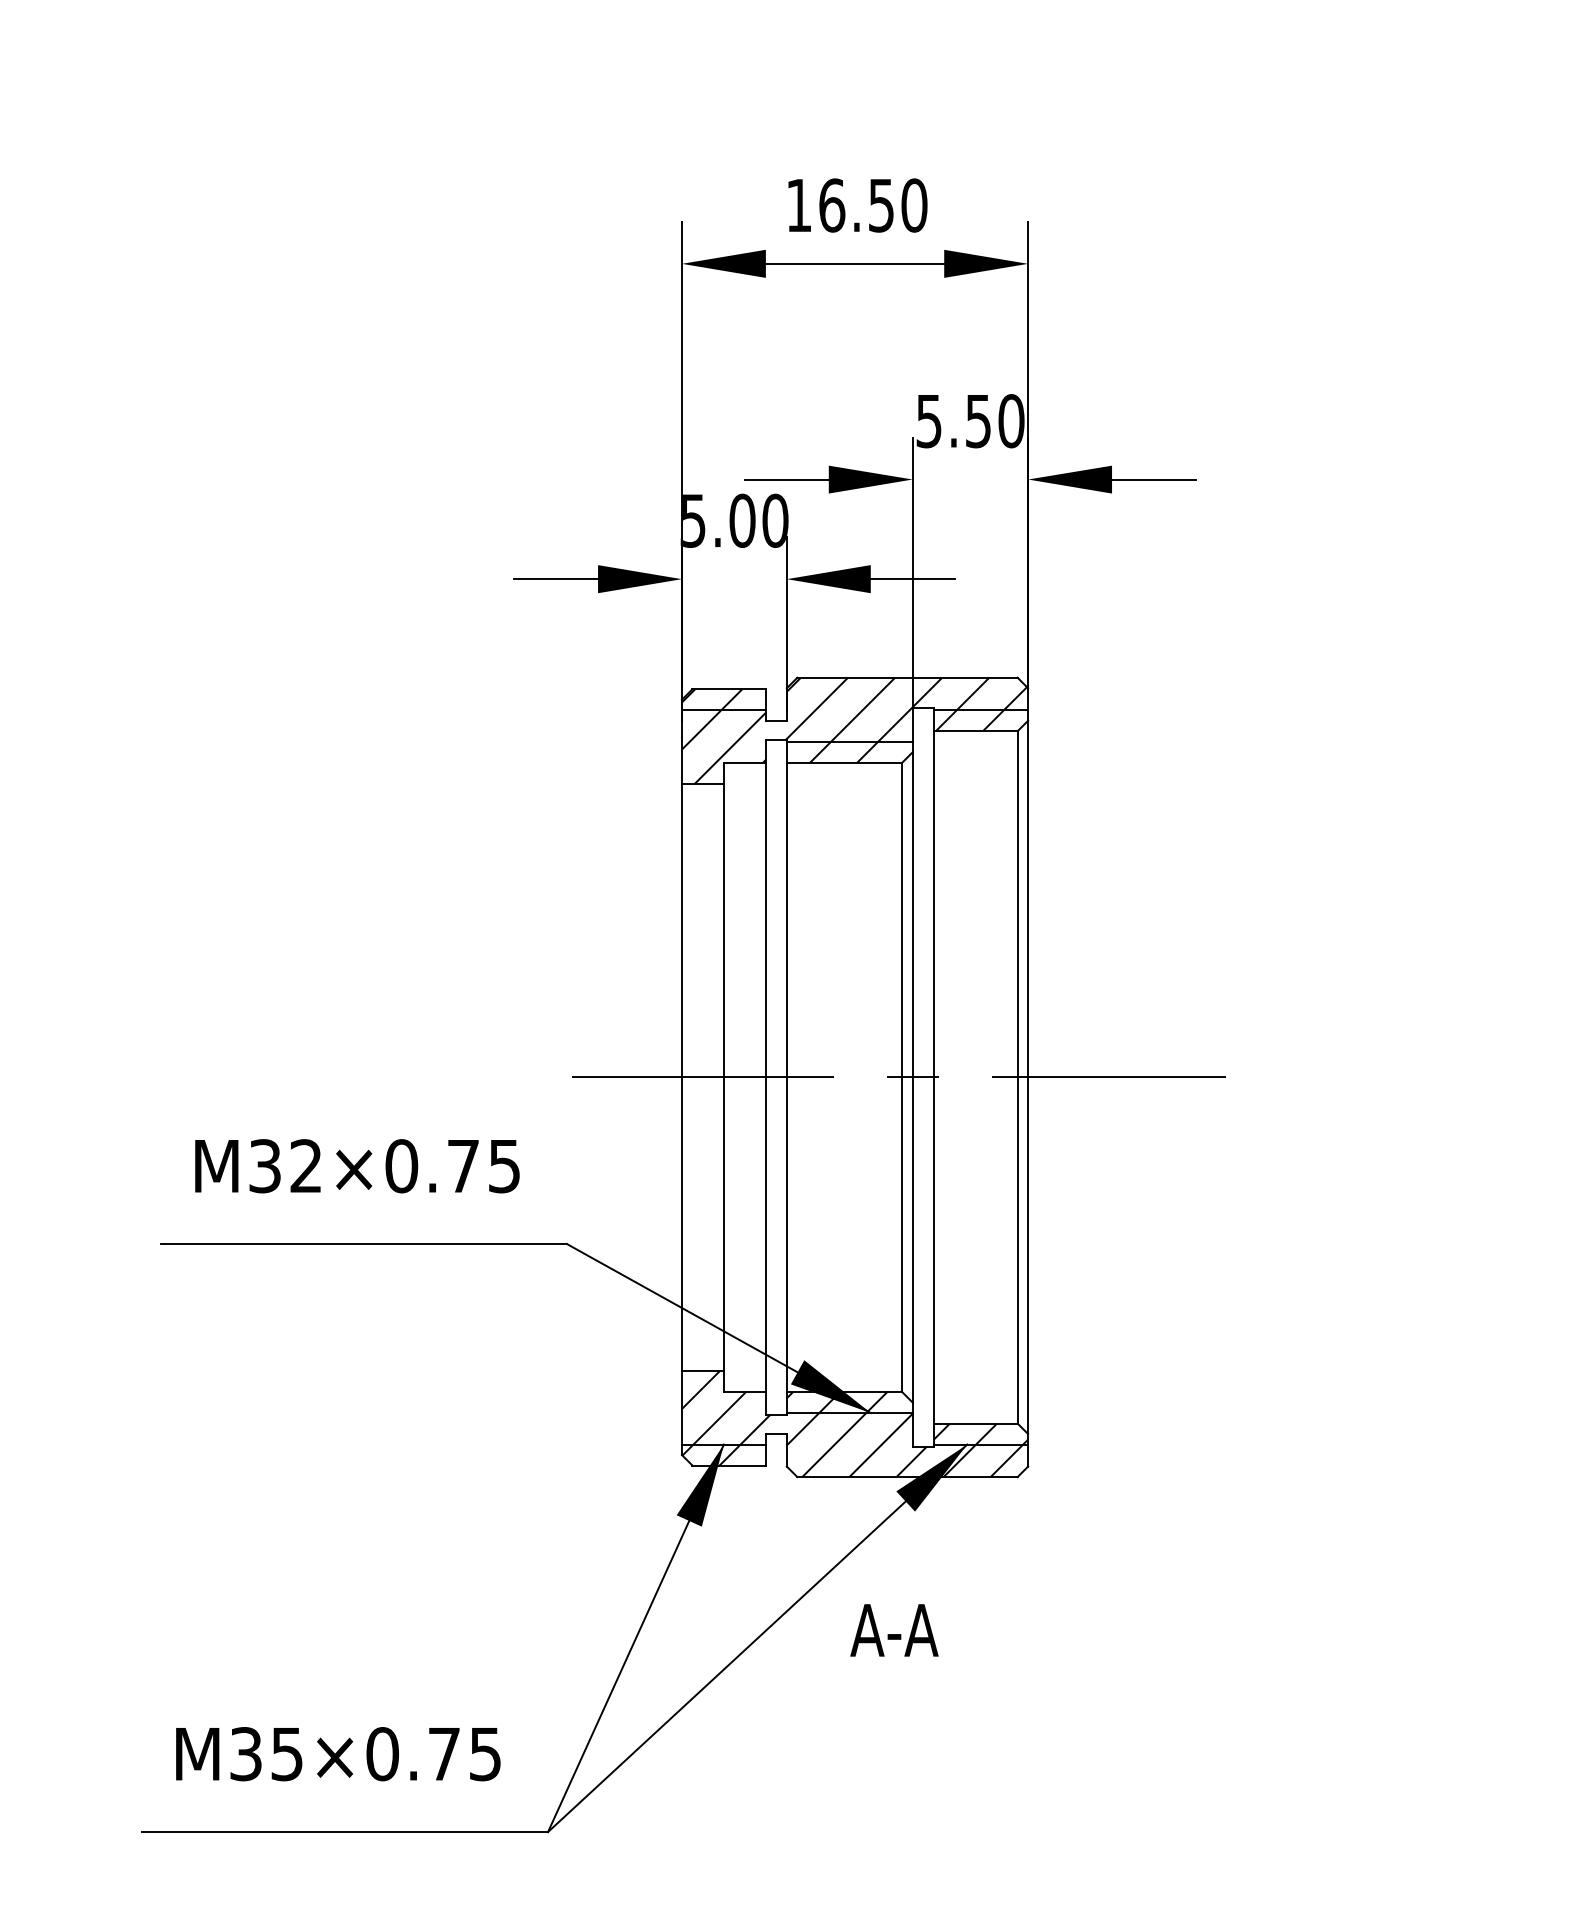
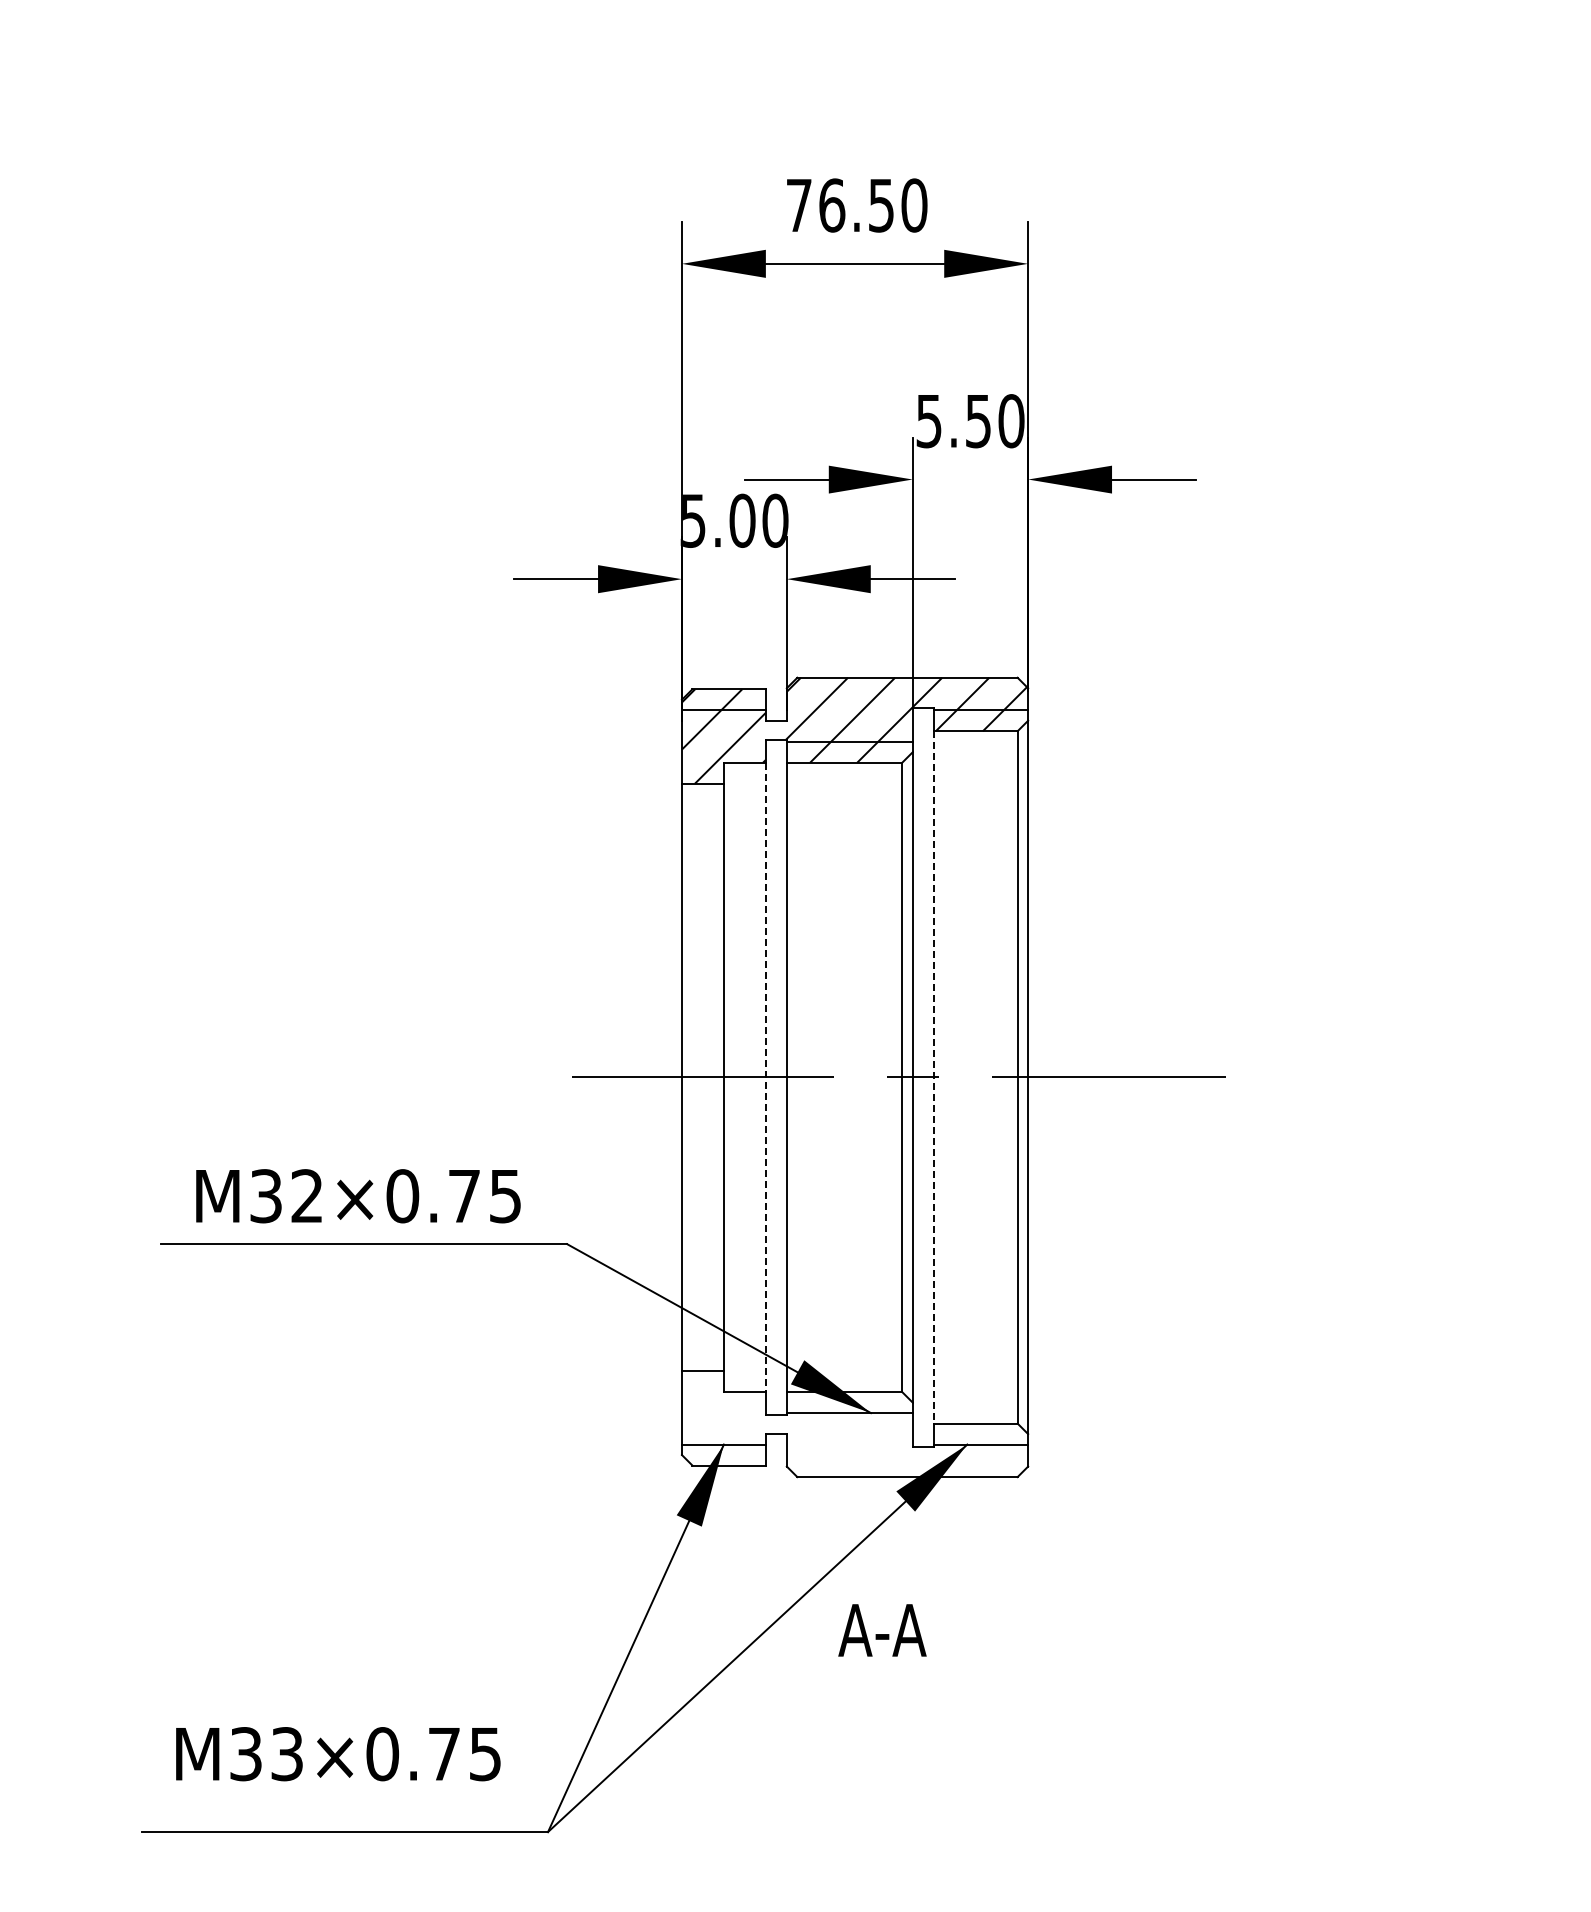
text at (799, 205): 16.50 -> 76.50
line at (765, 1077): solid -> dashed
line at (933, 1077): solid -> dashed
text at (357, 1166) position: (357, 1166) -> (358, 1196)
hatch at (854, 1424): present -> none
text at (894, 1630) position: (894, 1630) -> (882, 1630)
text at (287, 1753): M35×0.75 -> M33×0.75
